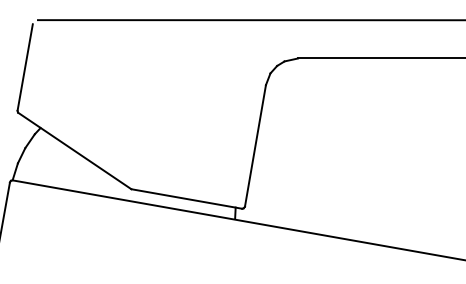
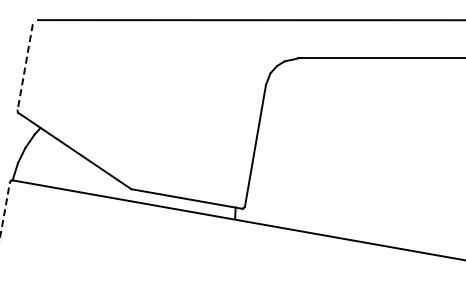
line at (25, 67): solid -> dashed
line at (5, 209): solid -> dashed
